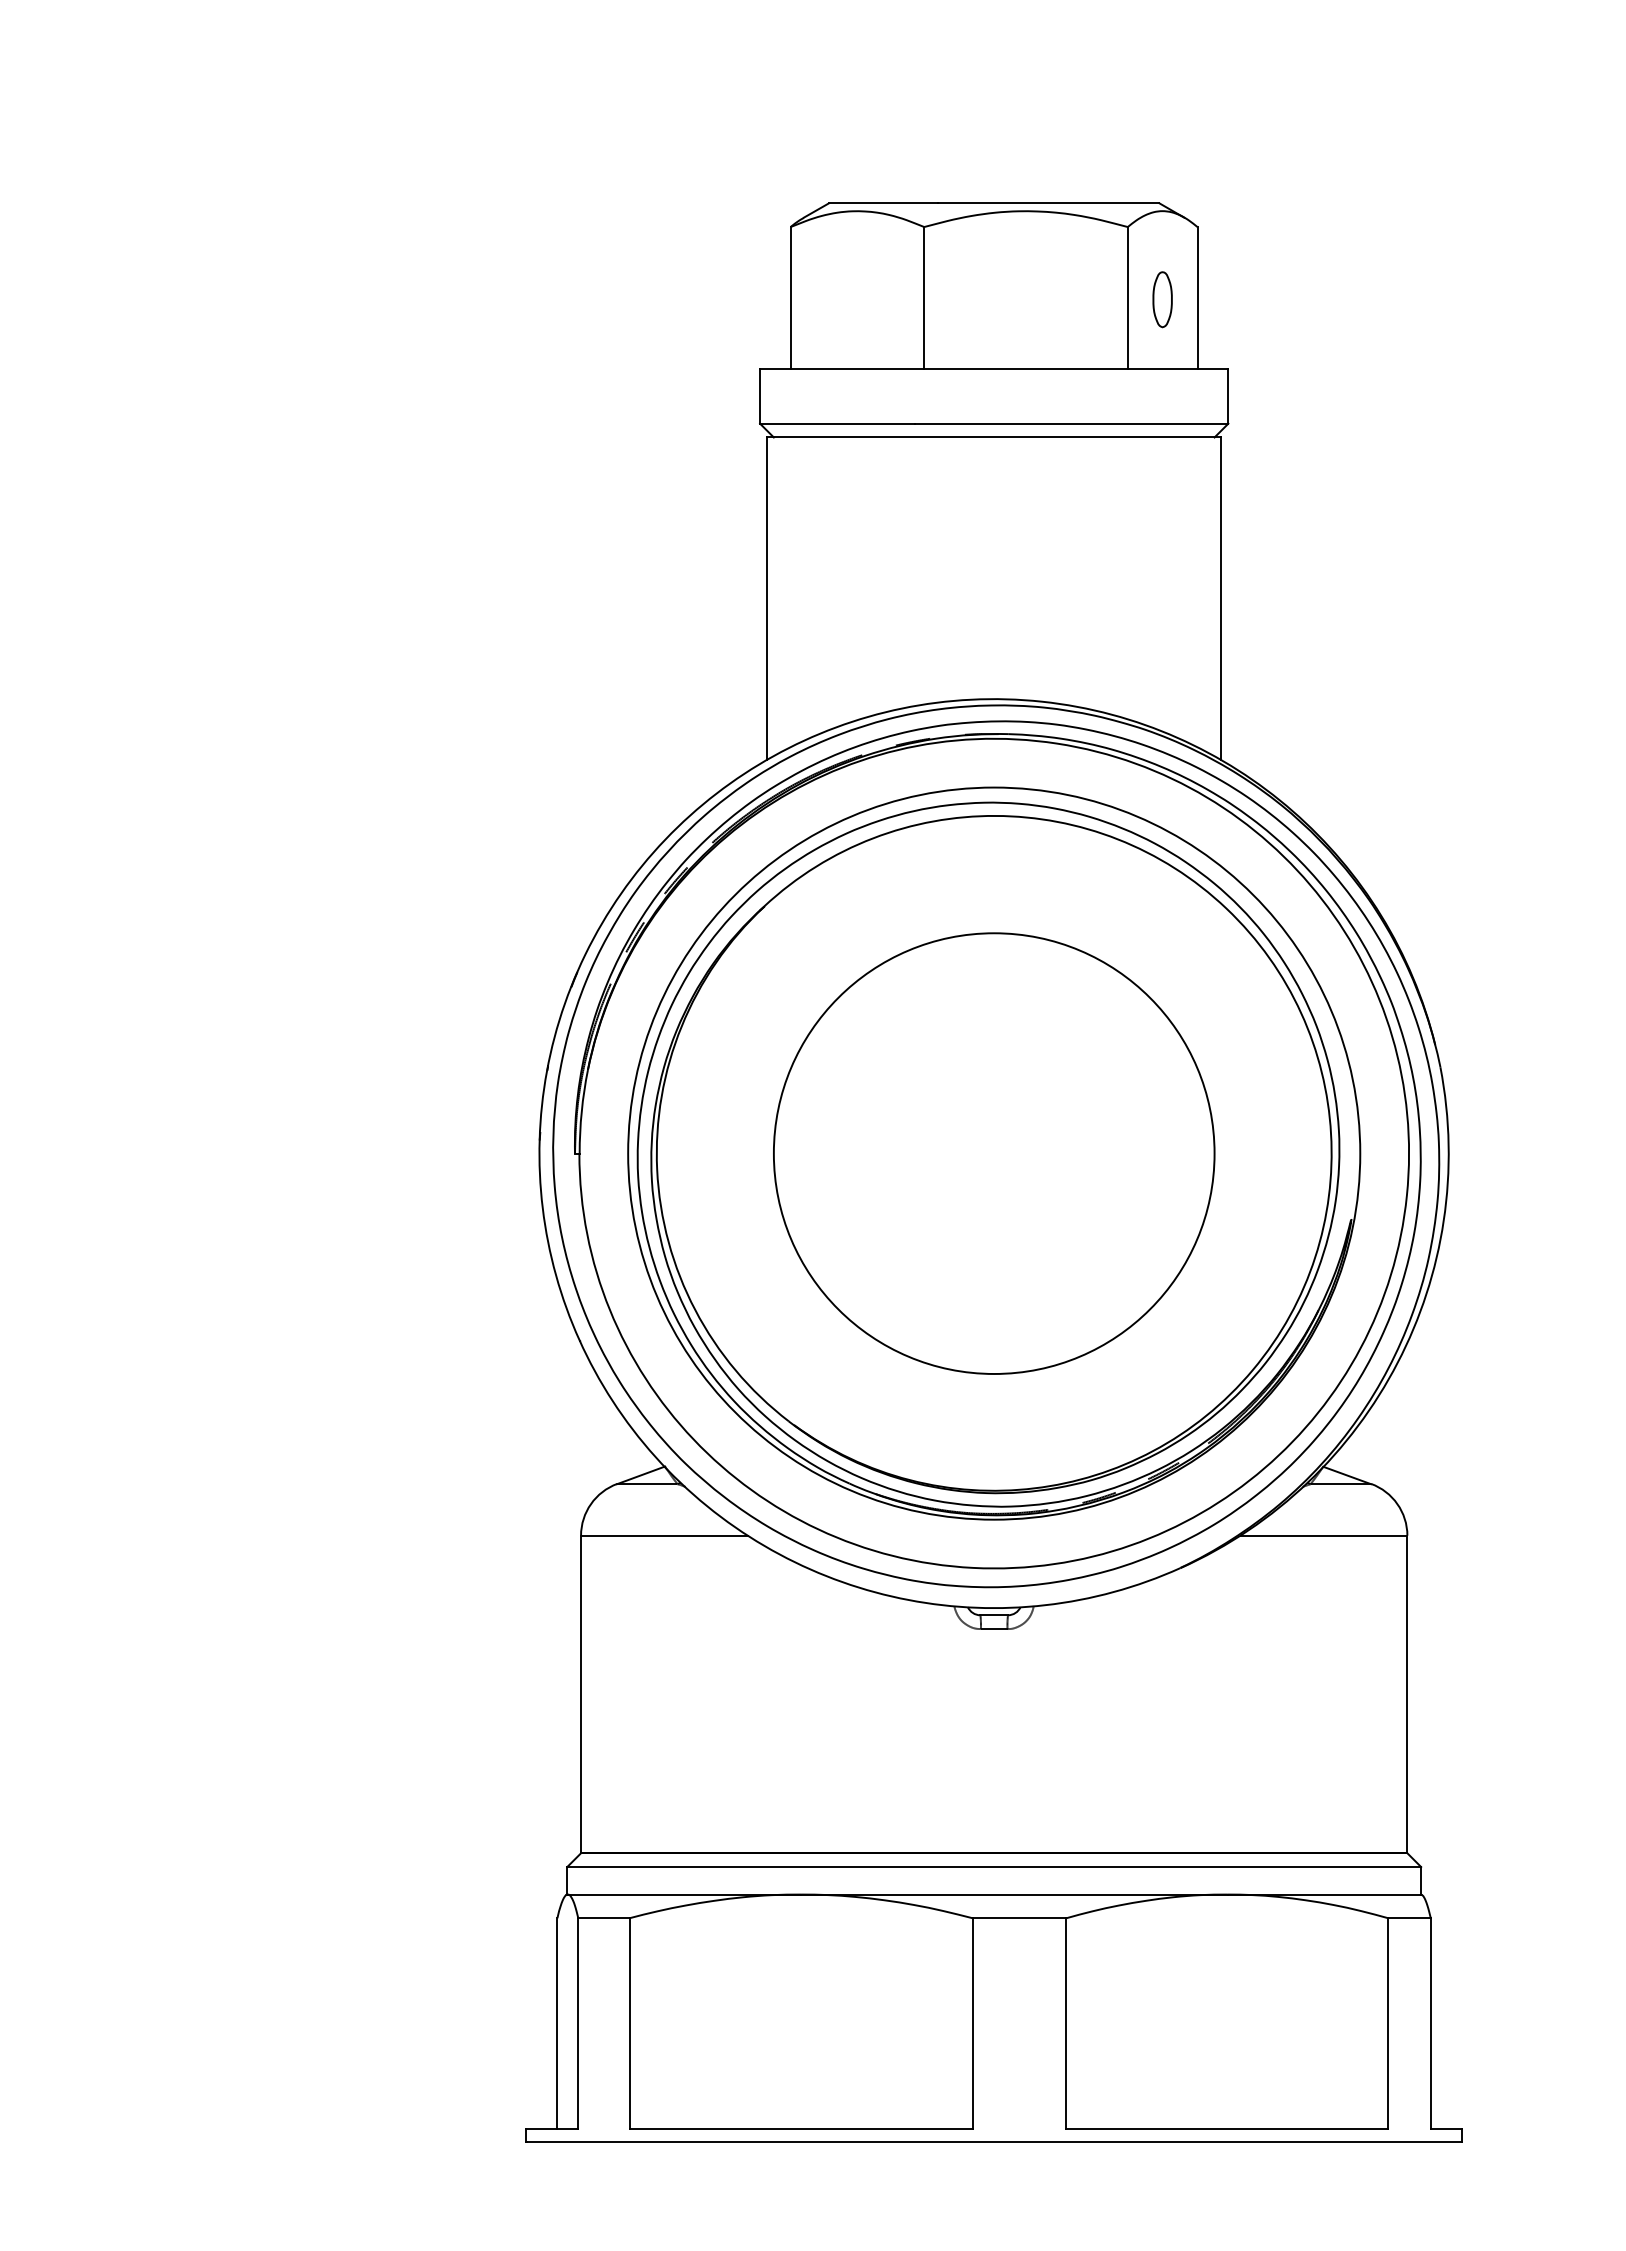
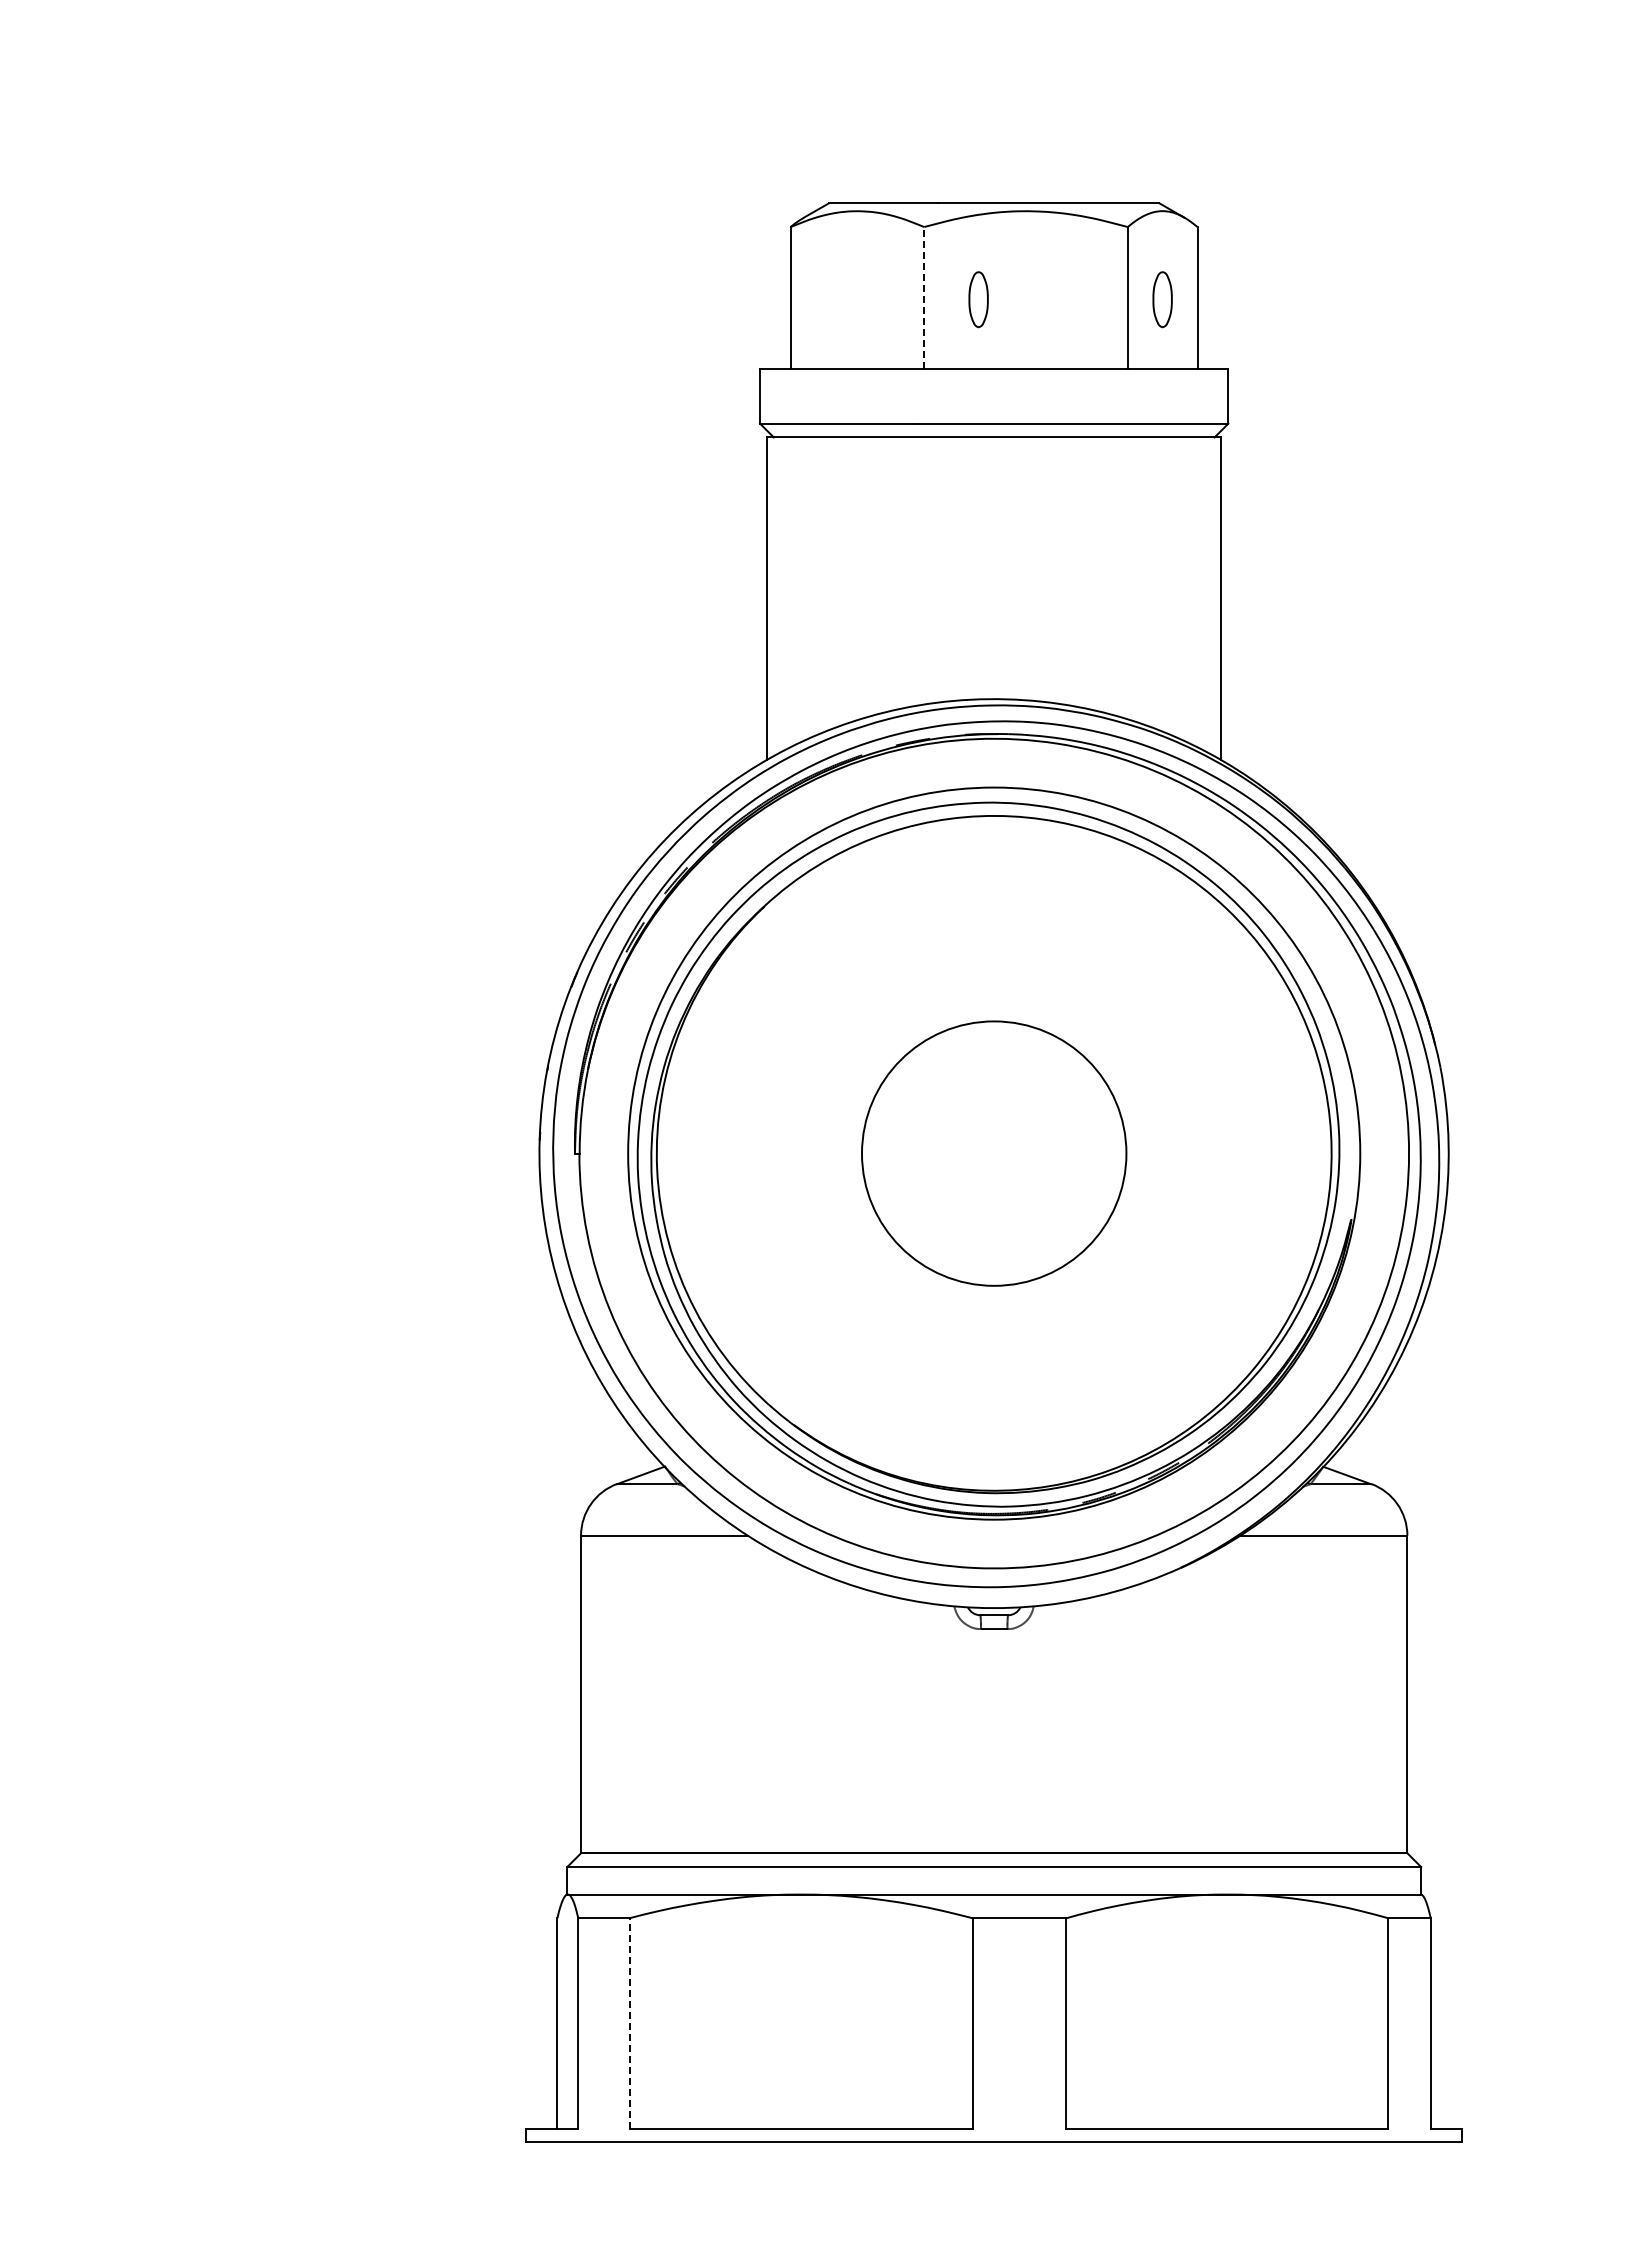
line at (924, 297): solid -> dashed
part at (978, 299): none -> present
circle at (993, 1153) diameter: 441 px -> 264 px
line at (629, 2022): solid -> dashed
